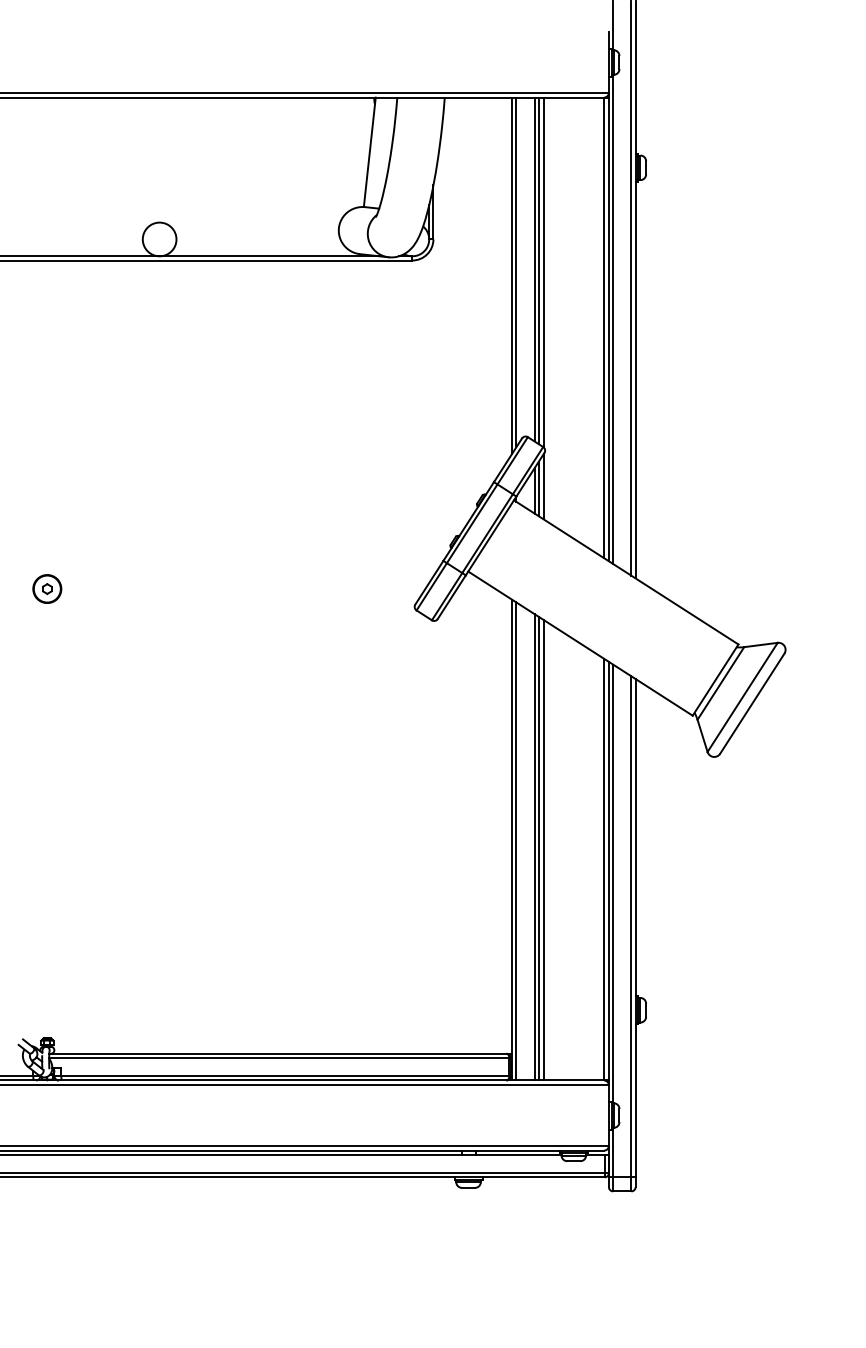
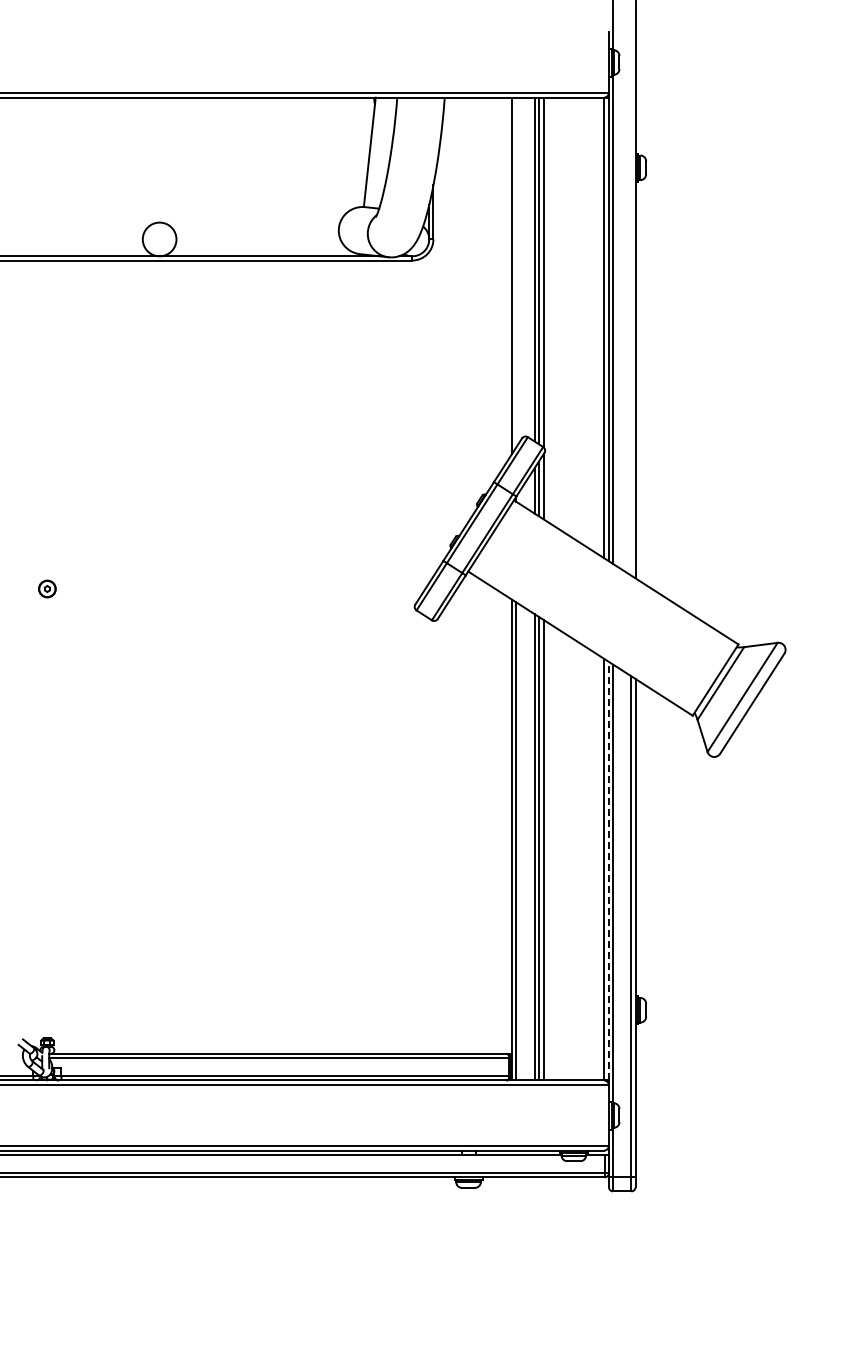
line at (516, 272): present -> none
line at (631, 288): present -> none
part at (47, 588) size: 31x30 px -> 19x20 px
line at (608, 870): solid -> dashed
